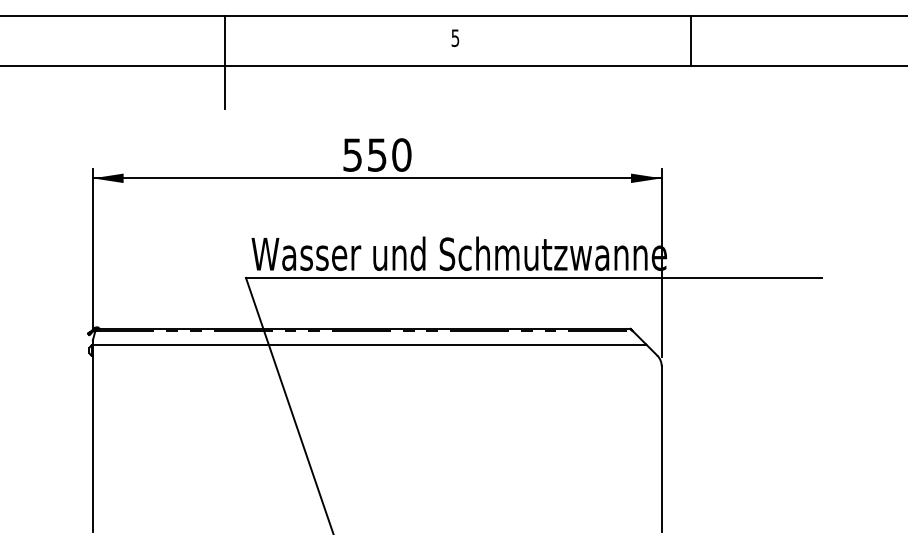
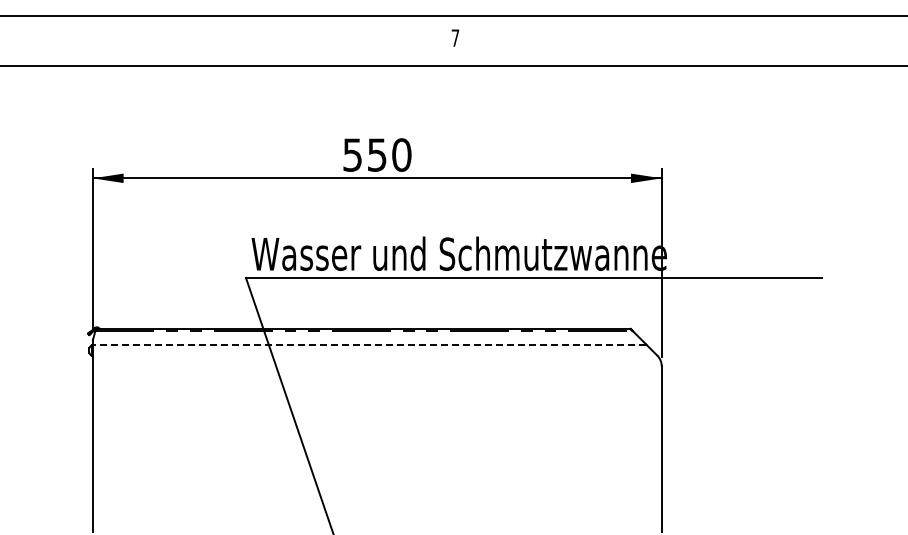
text at (455, 38): 5 -> 7
line at (690, 40): present -> none
line at (225, 61): present -> none
line at (369, 344): solid -> dashed
